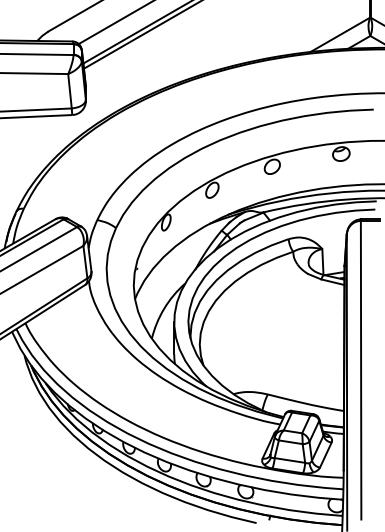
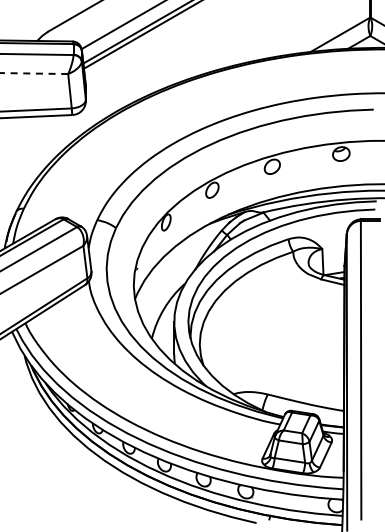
line at (114, 23) position: (114, 23) -> (122, 25)
line at (34, 73): solid -> dashed
